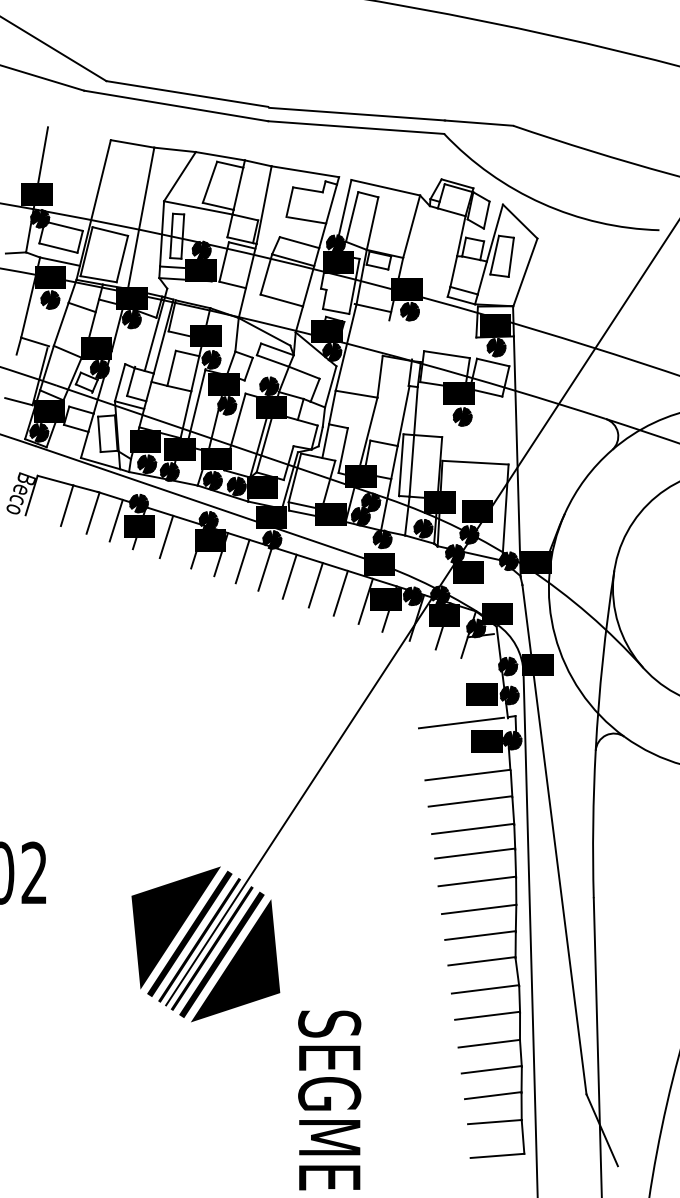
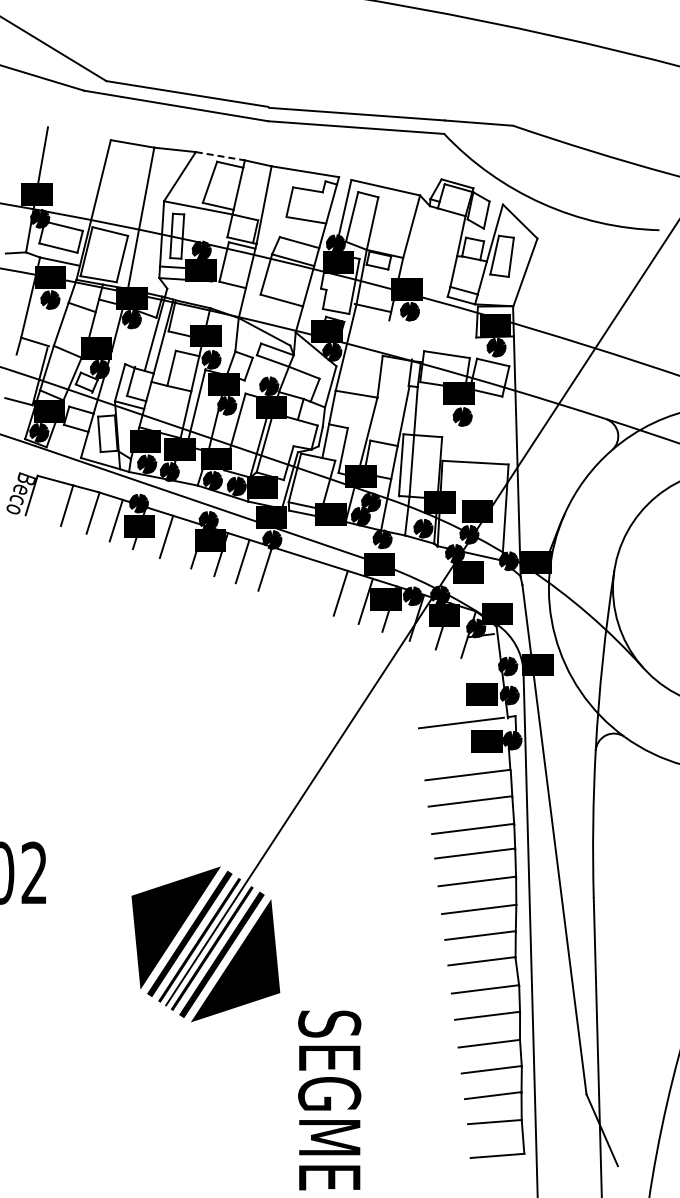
line at (220, 156): solid -> dashed
line at (289, 576): present -> none
line at (315, 585): present -> none
